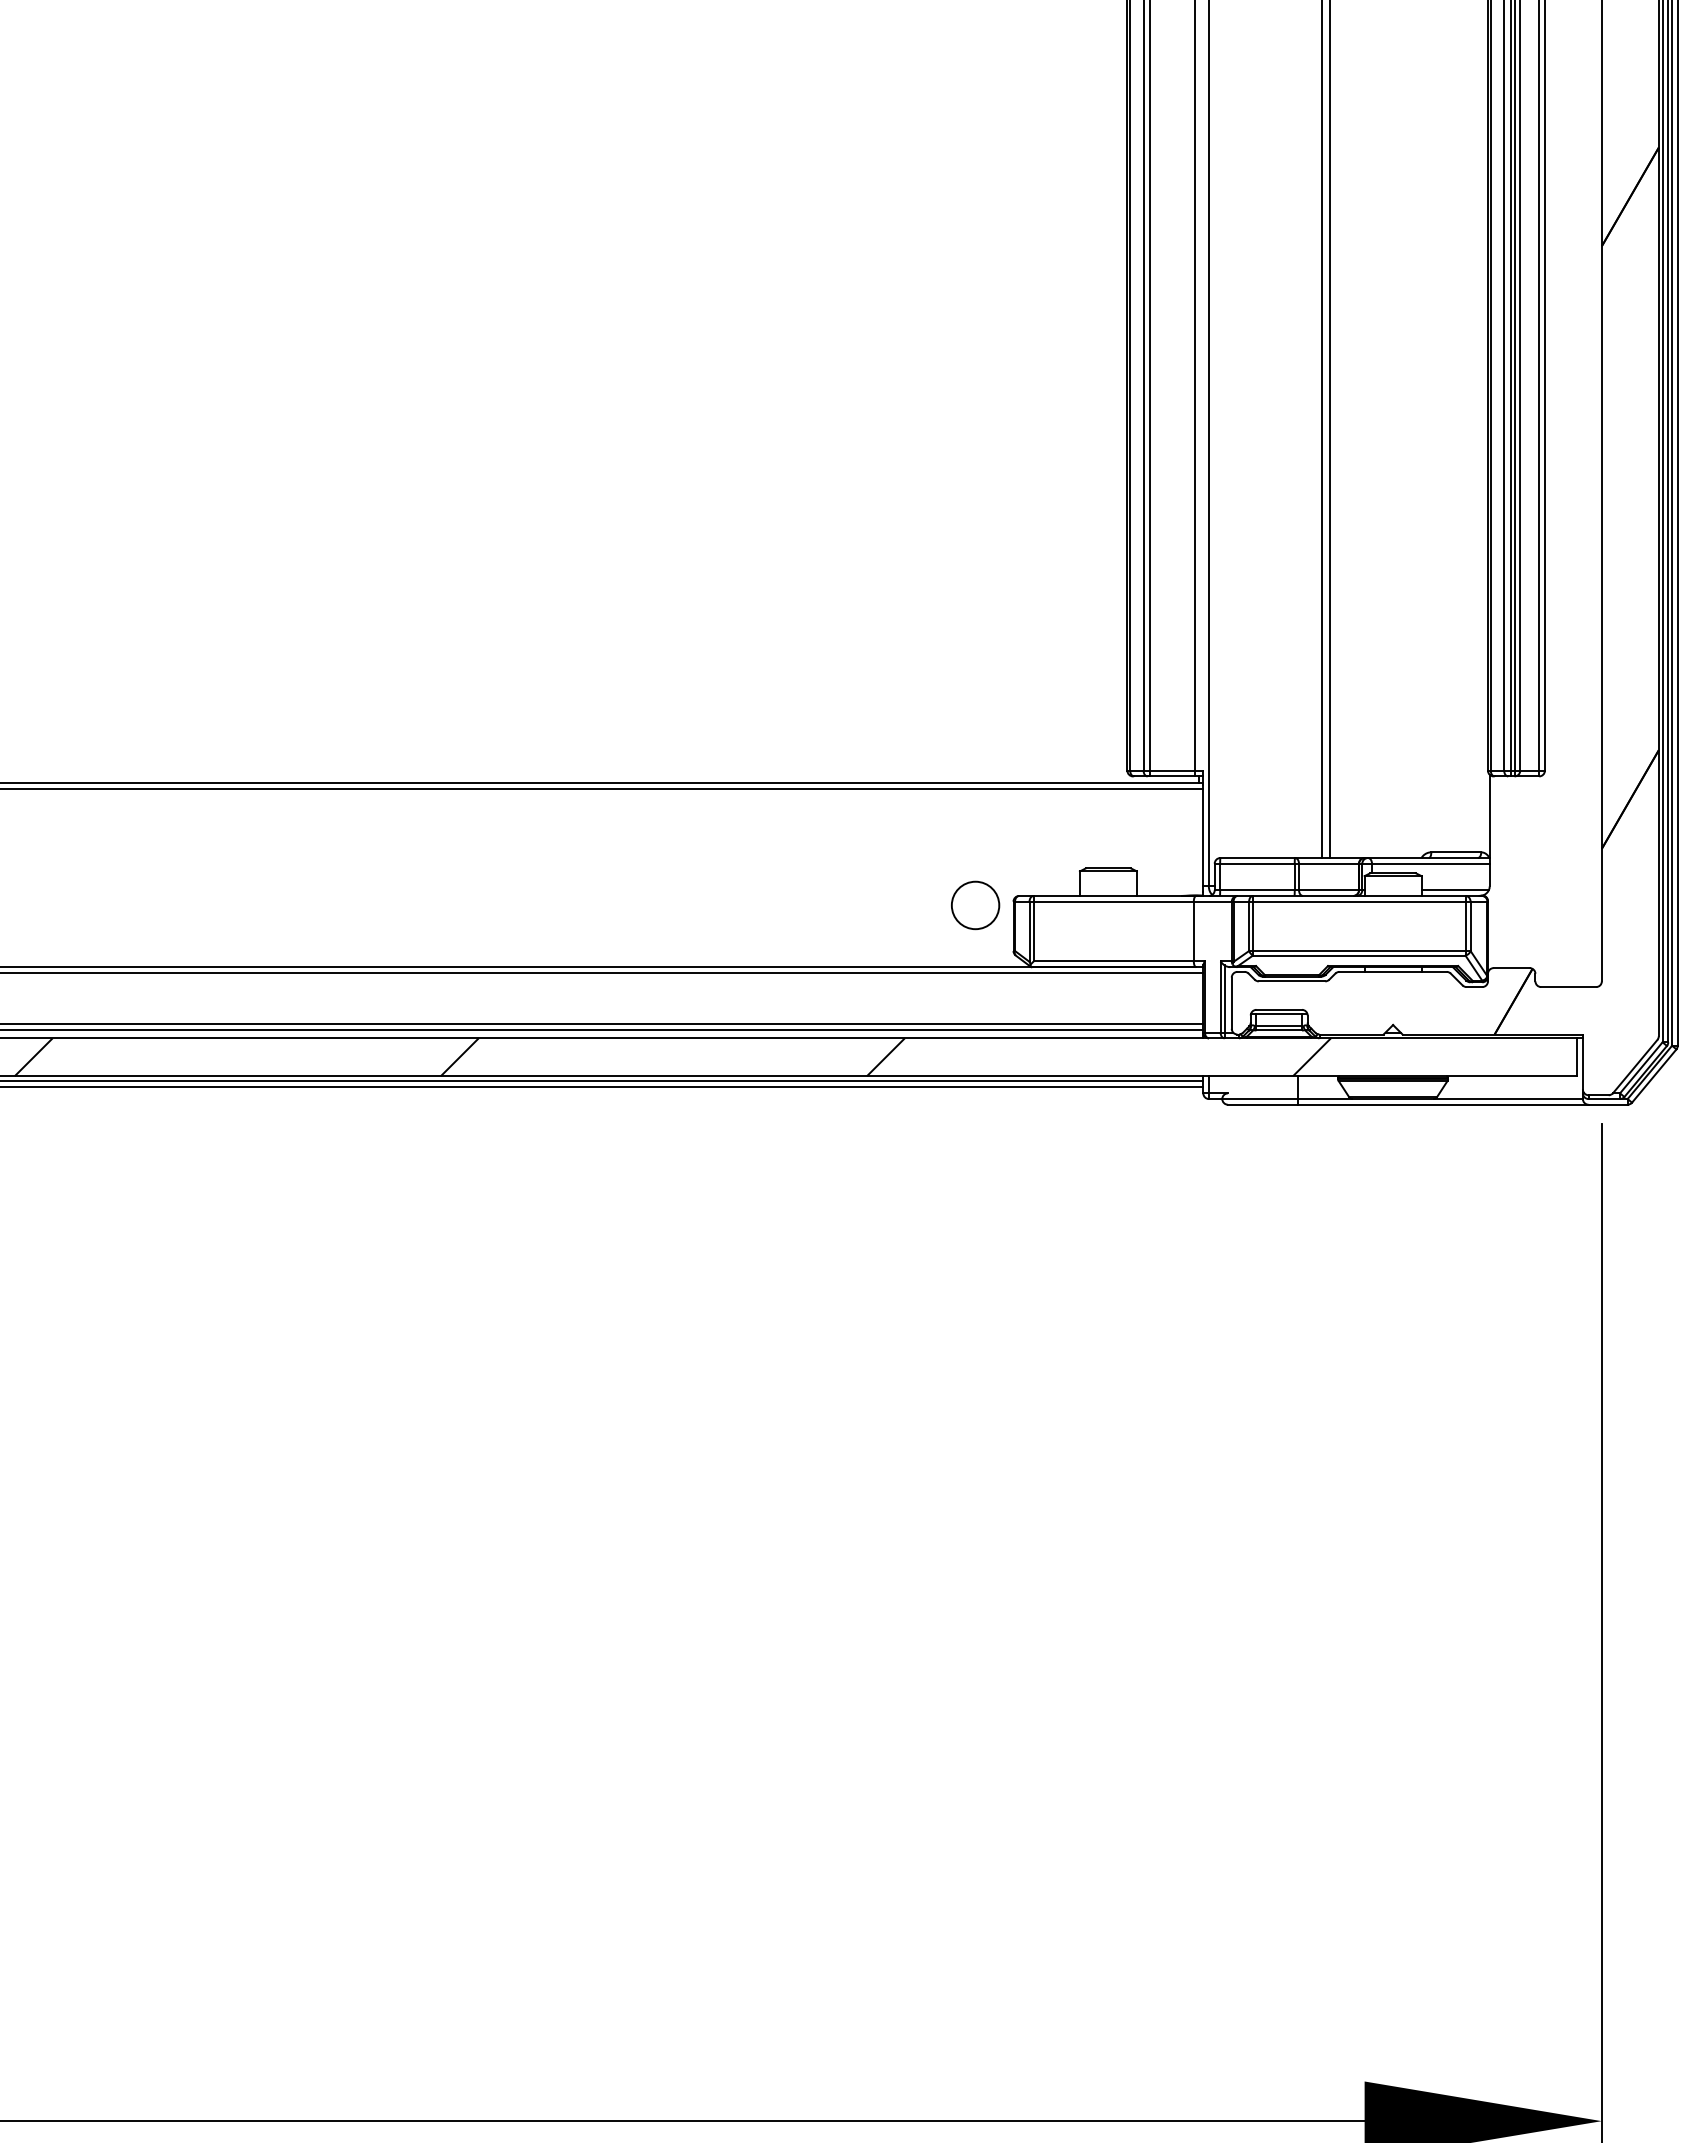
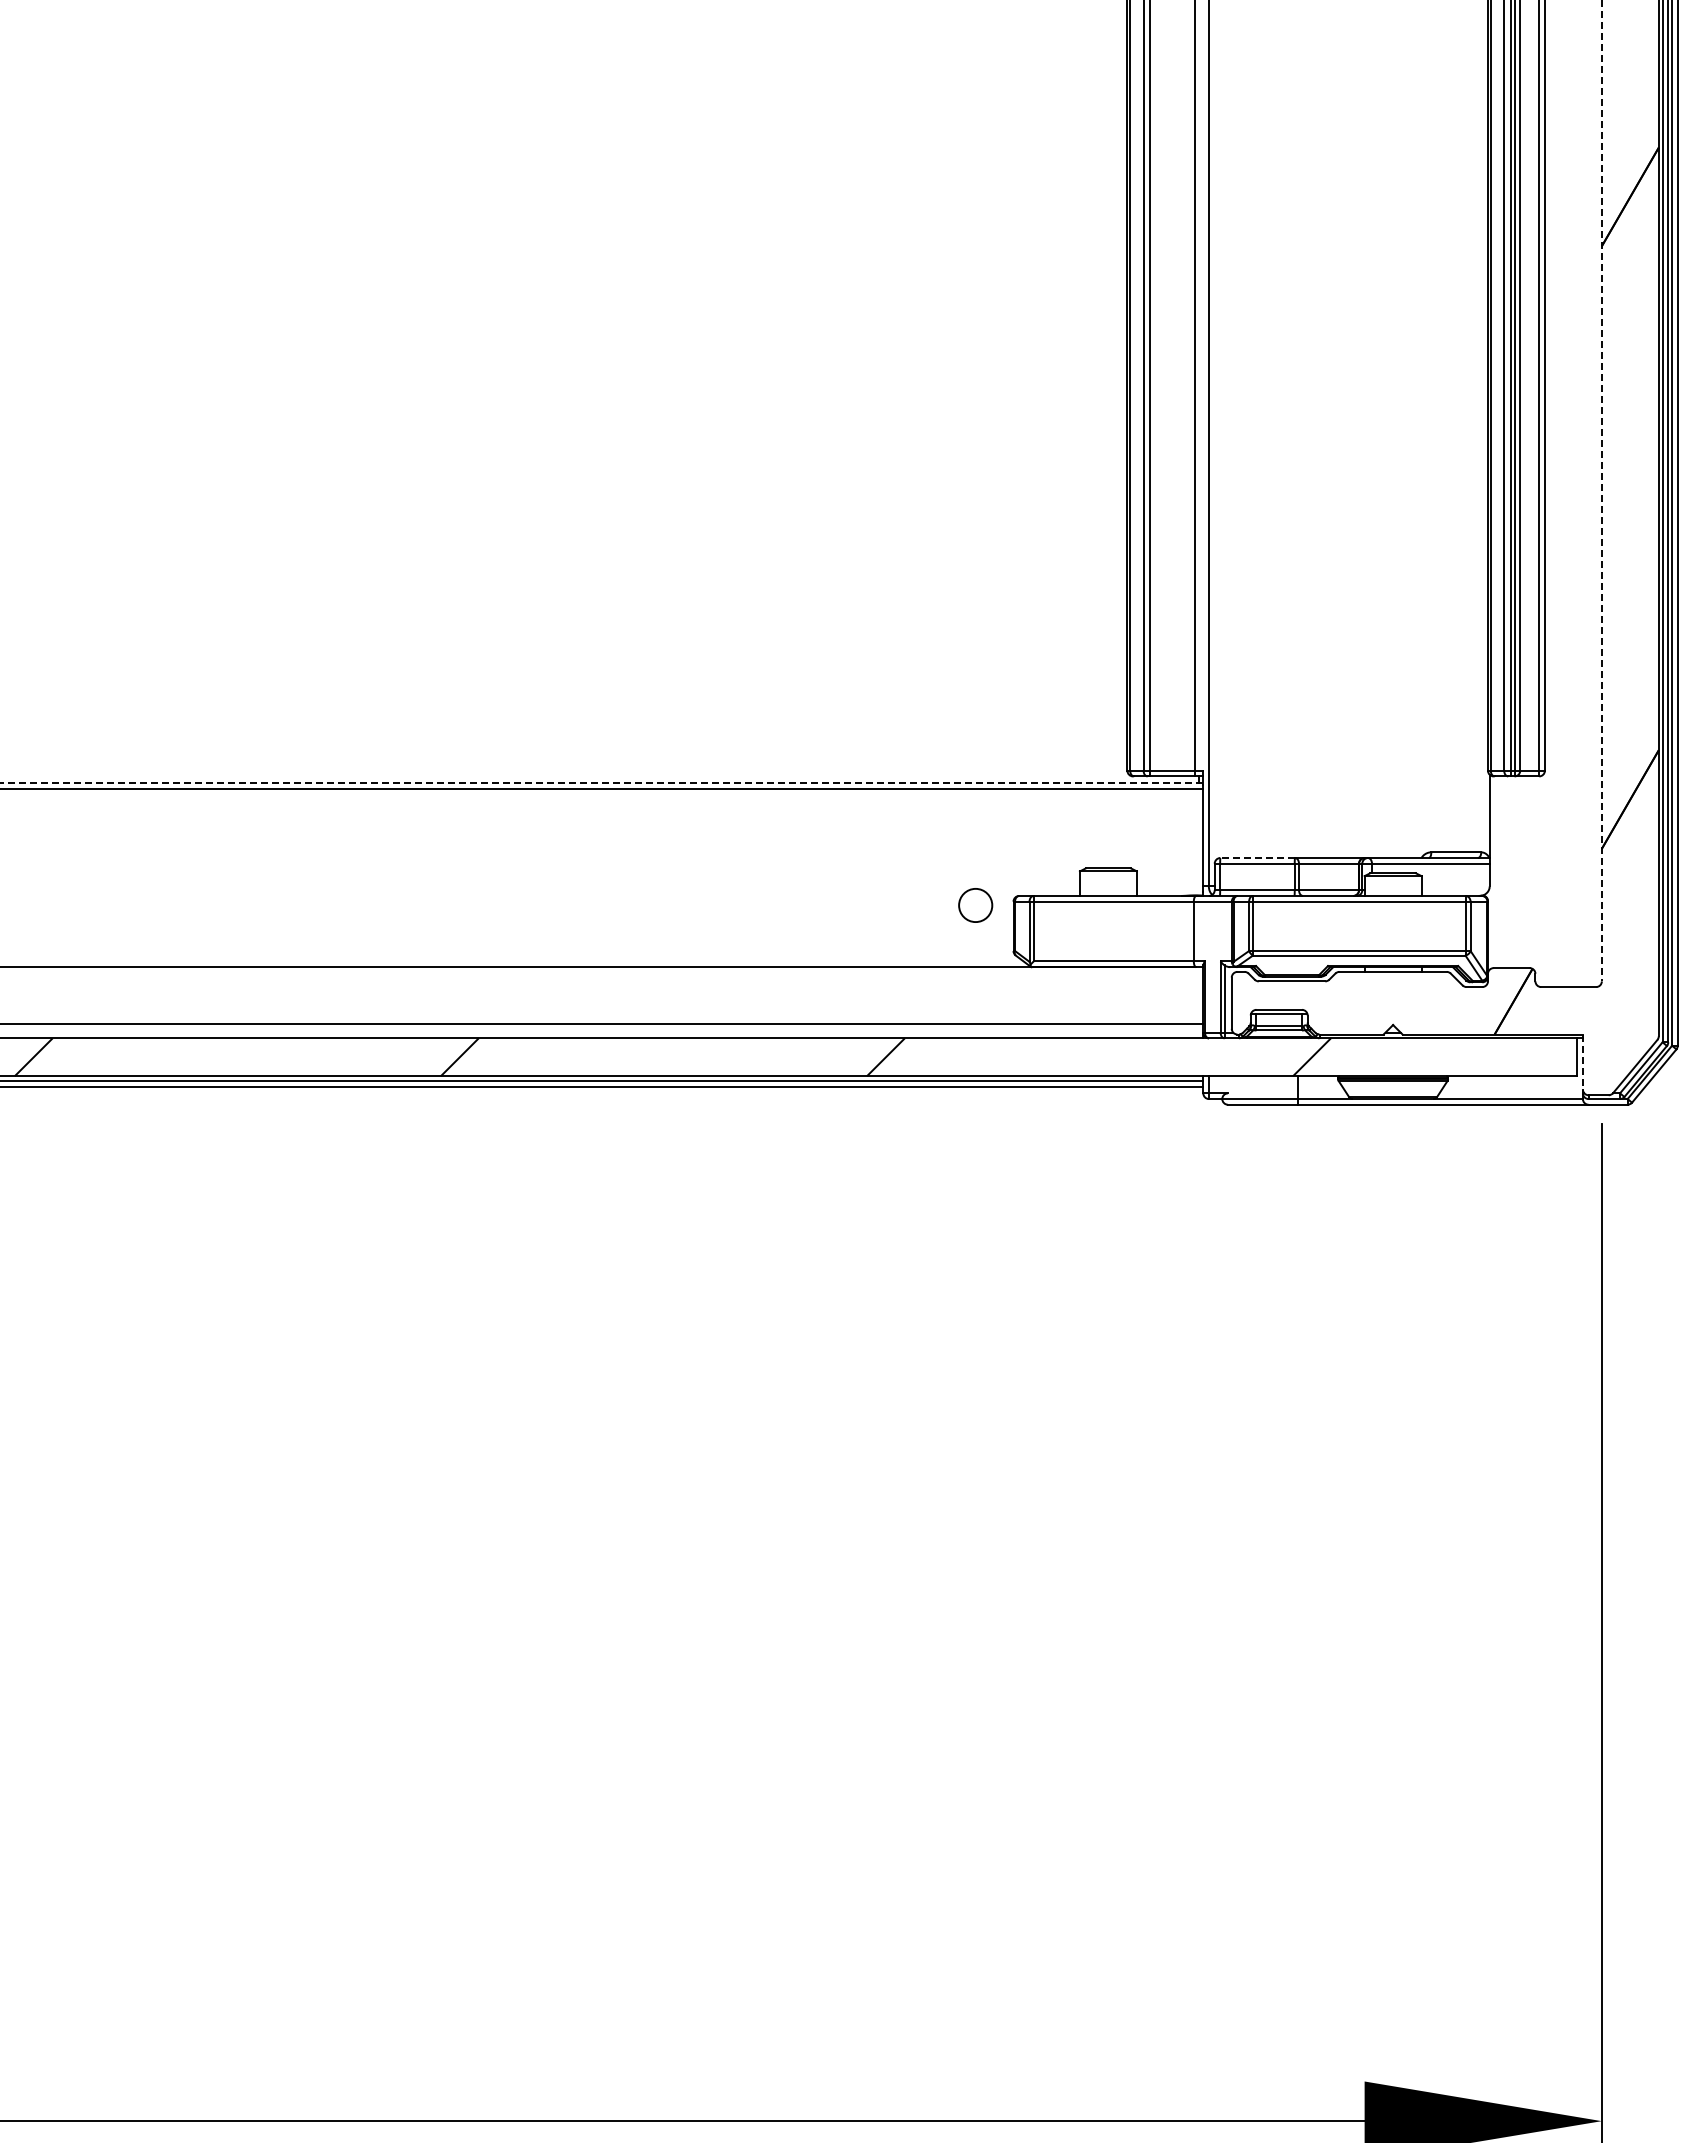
line at (1322, 430): present -> none
line at (1329, 430): present -> none
line at (1601, 491): solid -> dashed
line at (601, 783): solid -> dashed
line at (1257, 858): solid -> dashed
line at (1454, 890): present -> none
circle at (975, 905) size: 50x51 px -> 36x35 px
line at (602, 972): present -> none
line at (602, 1029): present -> none
line at (1582, 1062): solid -> dashed
